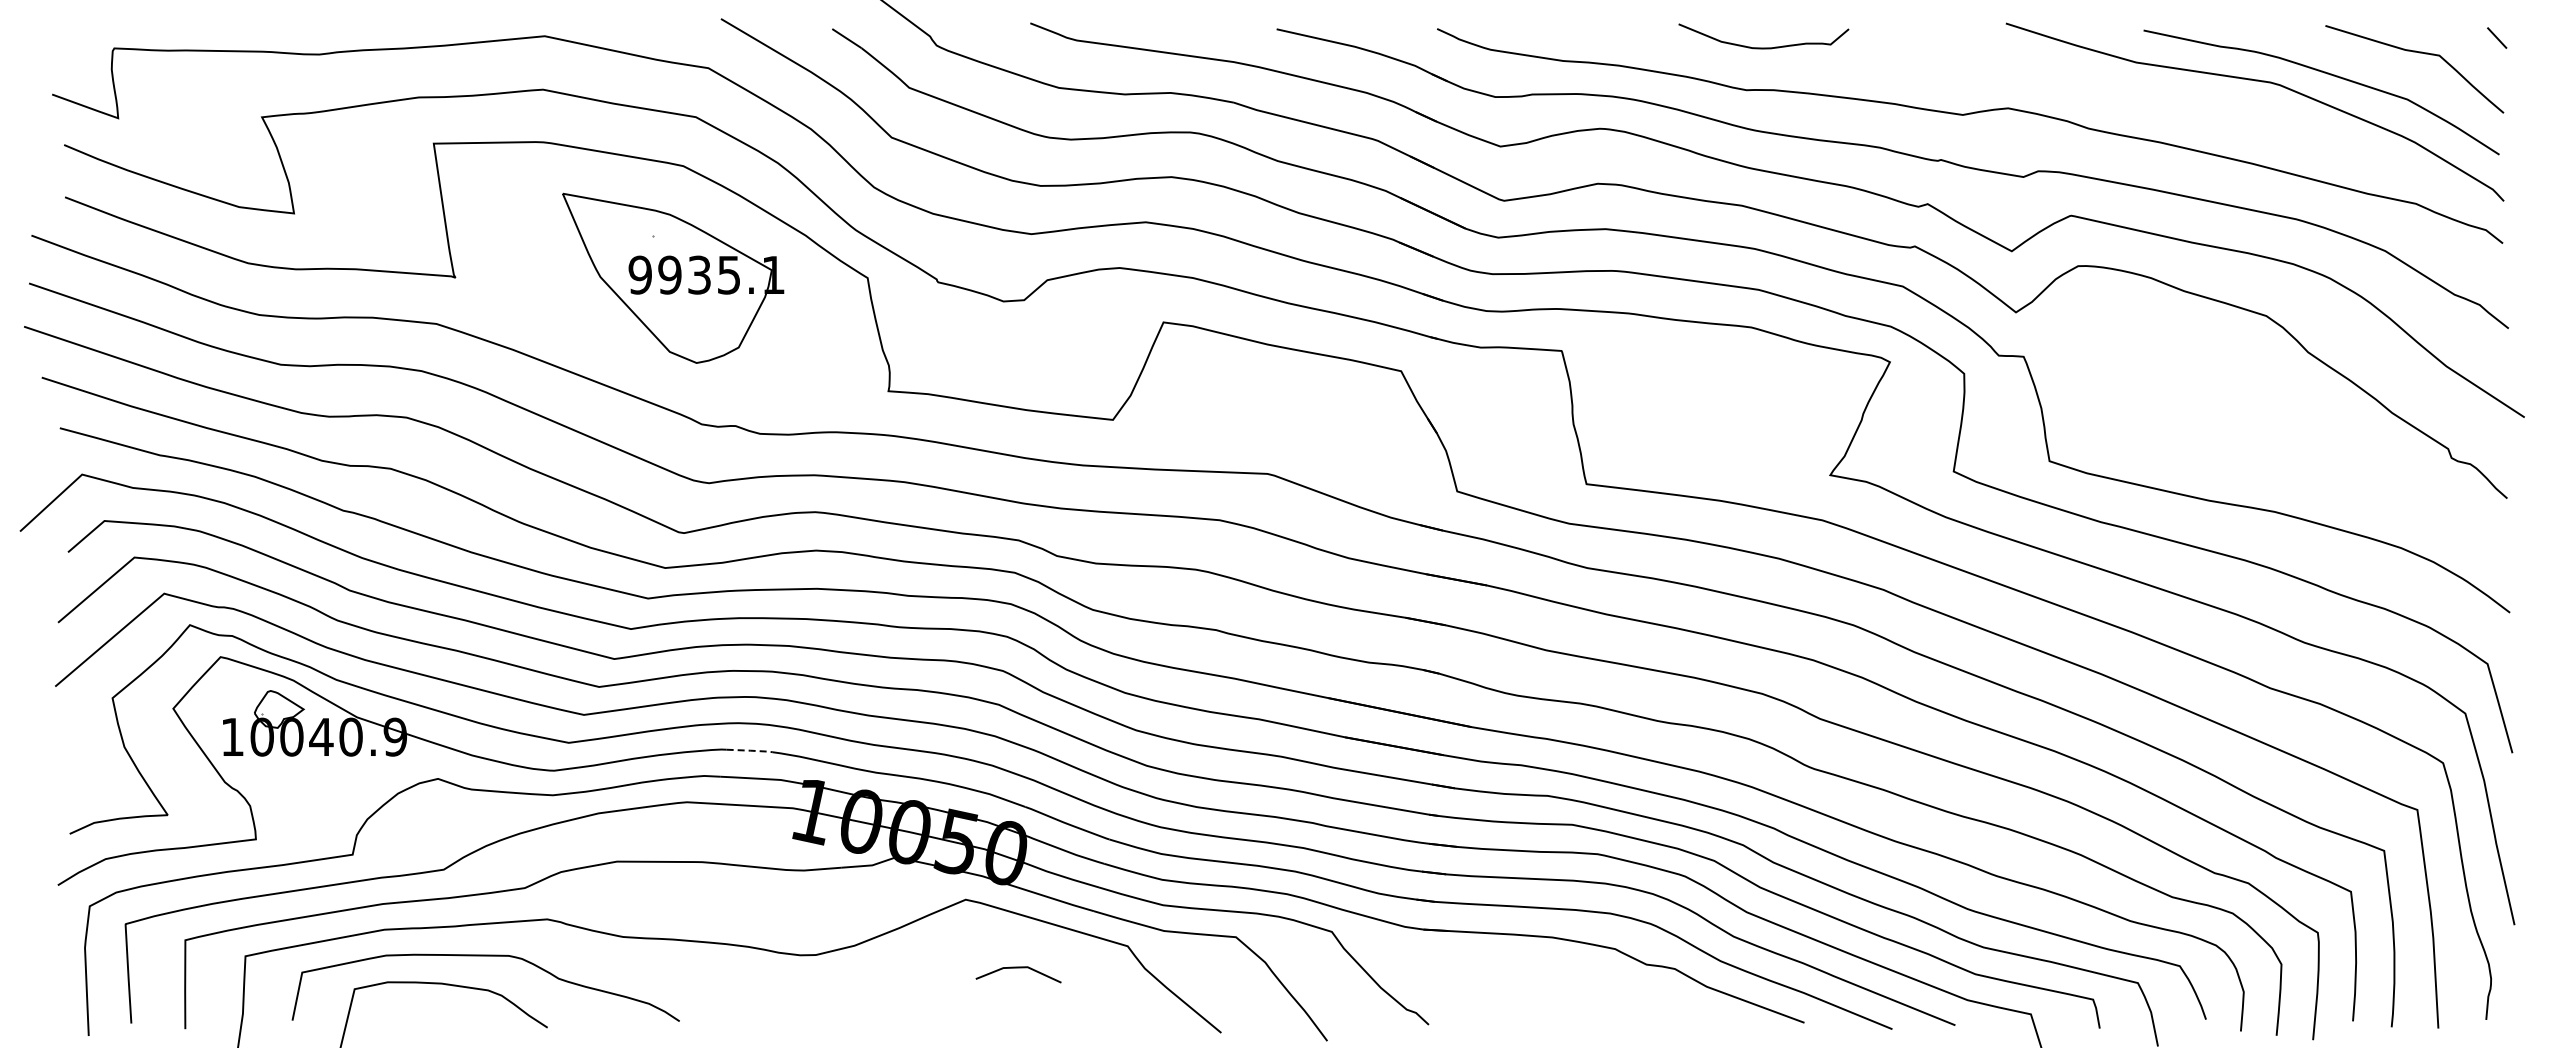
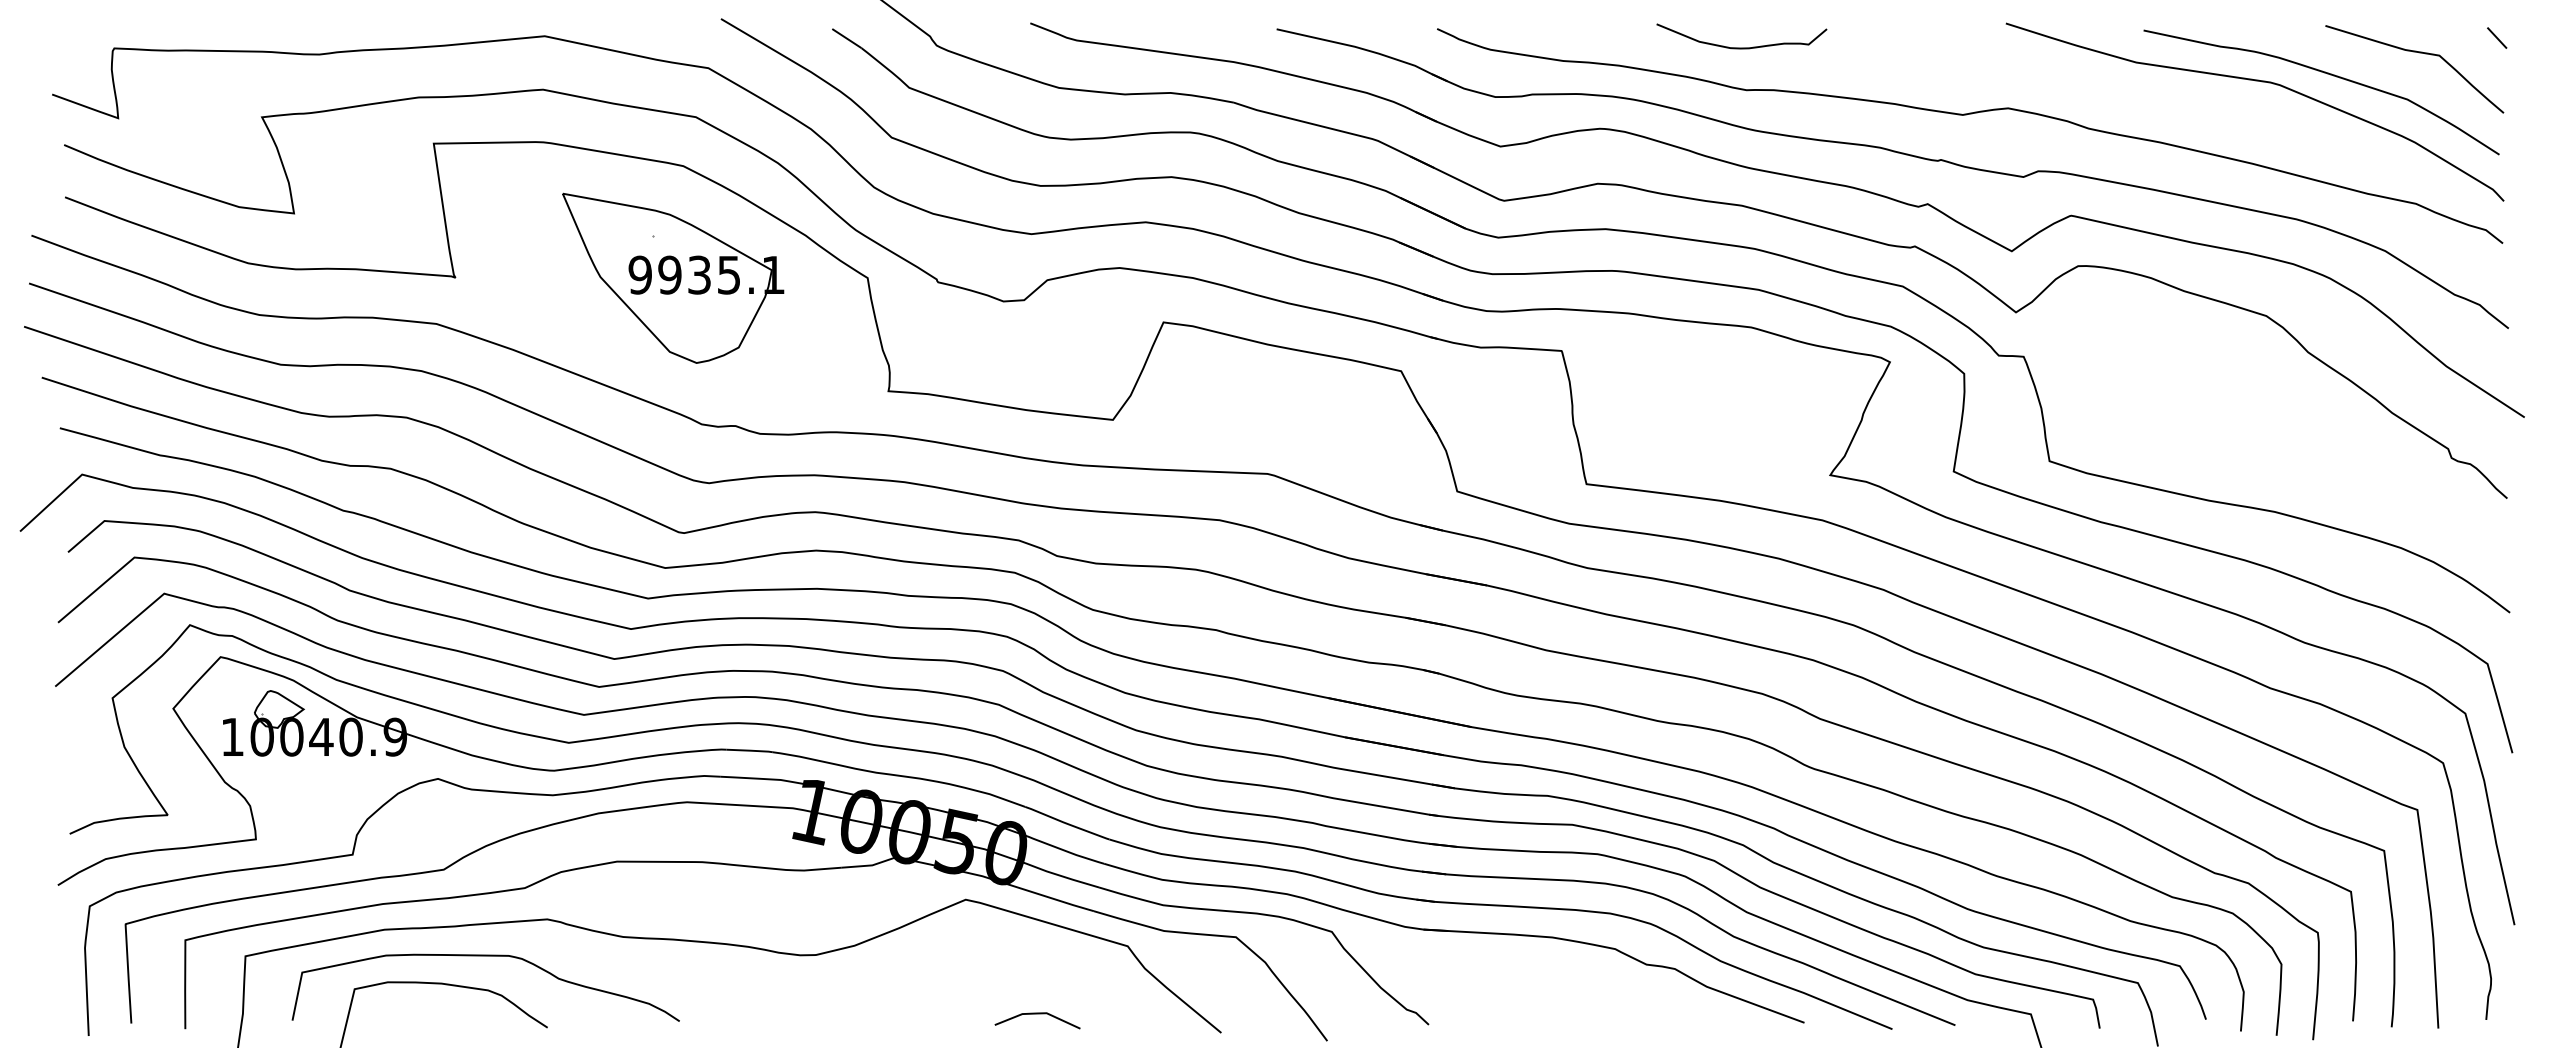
curve at (1763, 47) position: (1763, 47) -> (1741, 47)
line at (750, 750): dashed -> solid
line at (1018, 968) position: (1018, 968) -> (1037, 1014)
